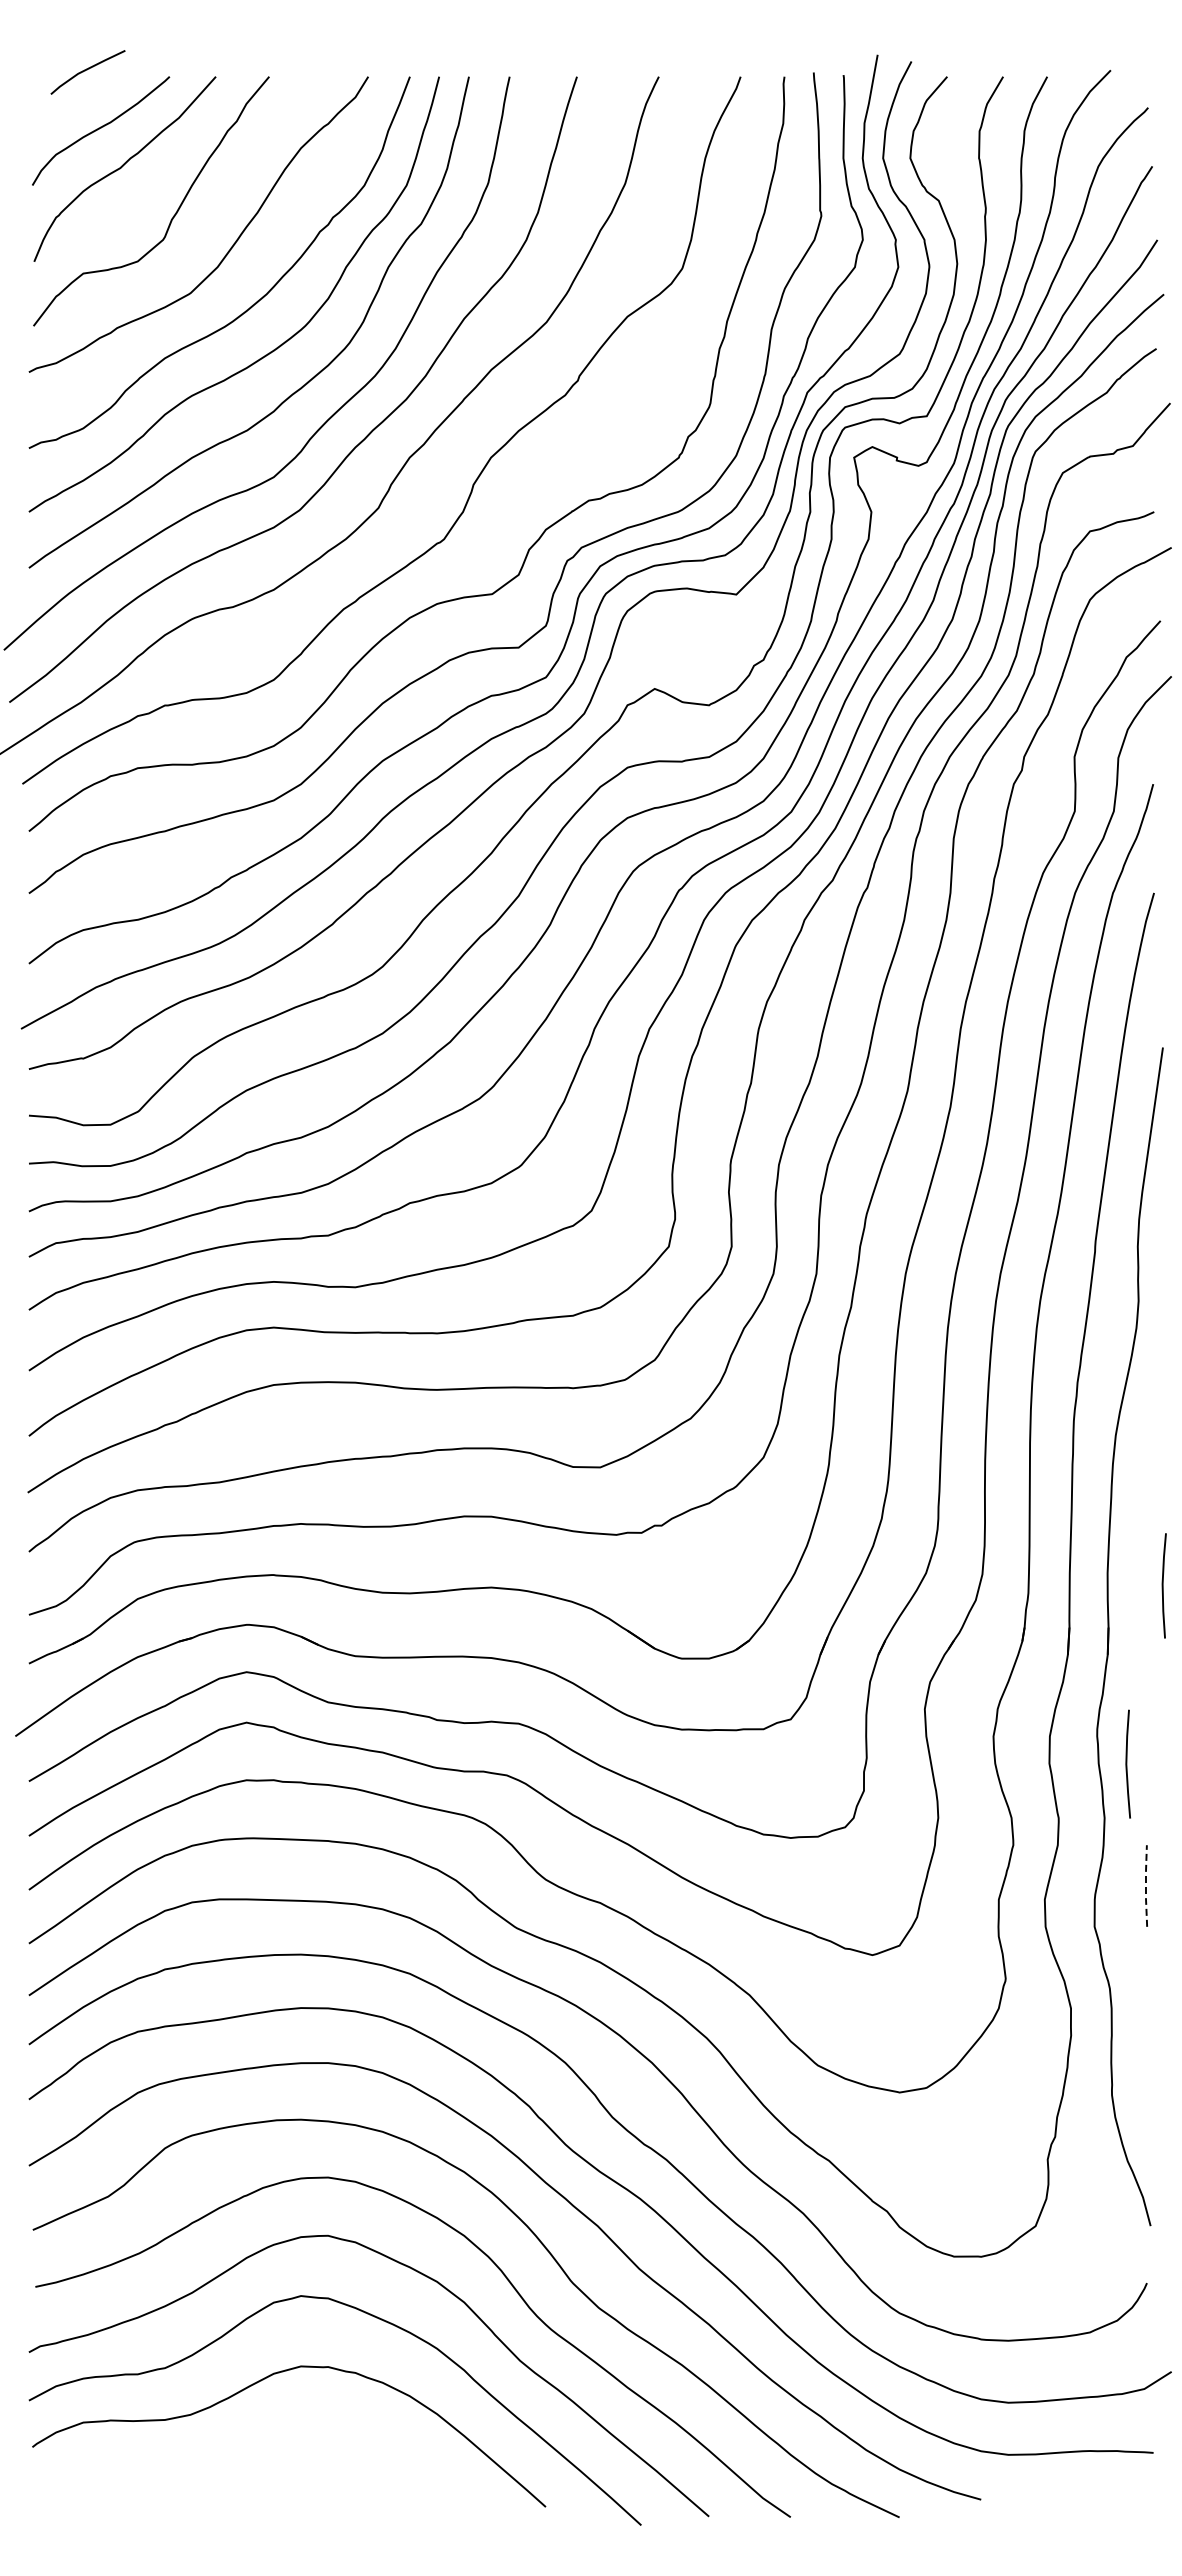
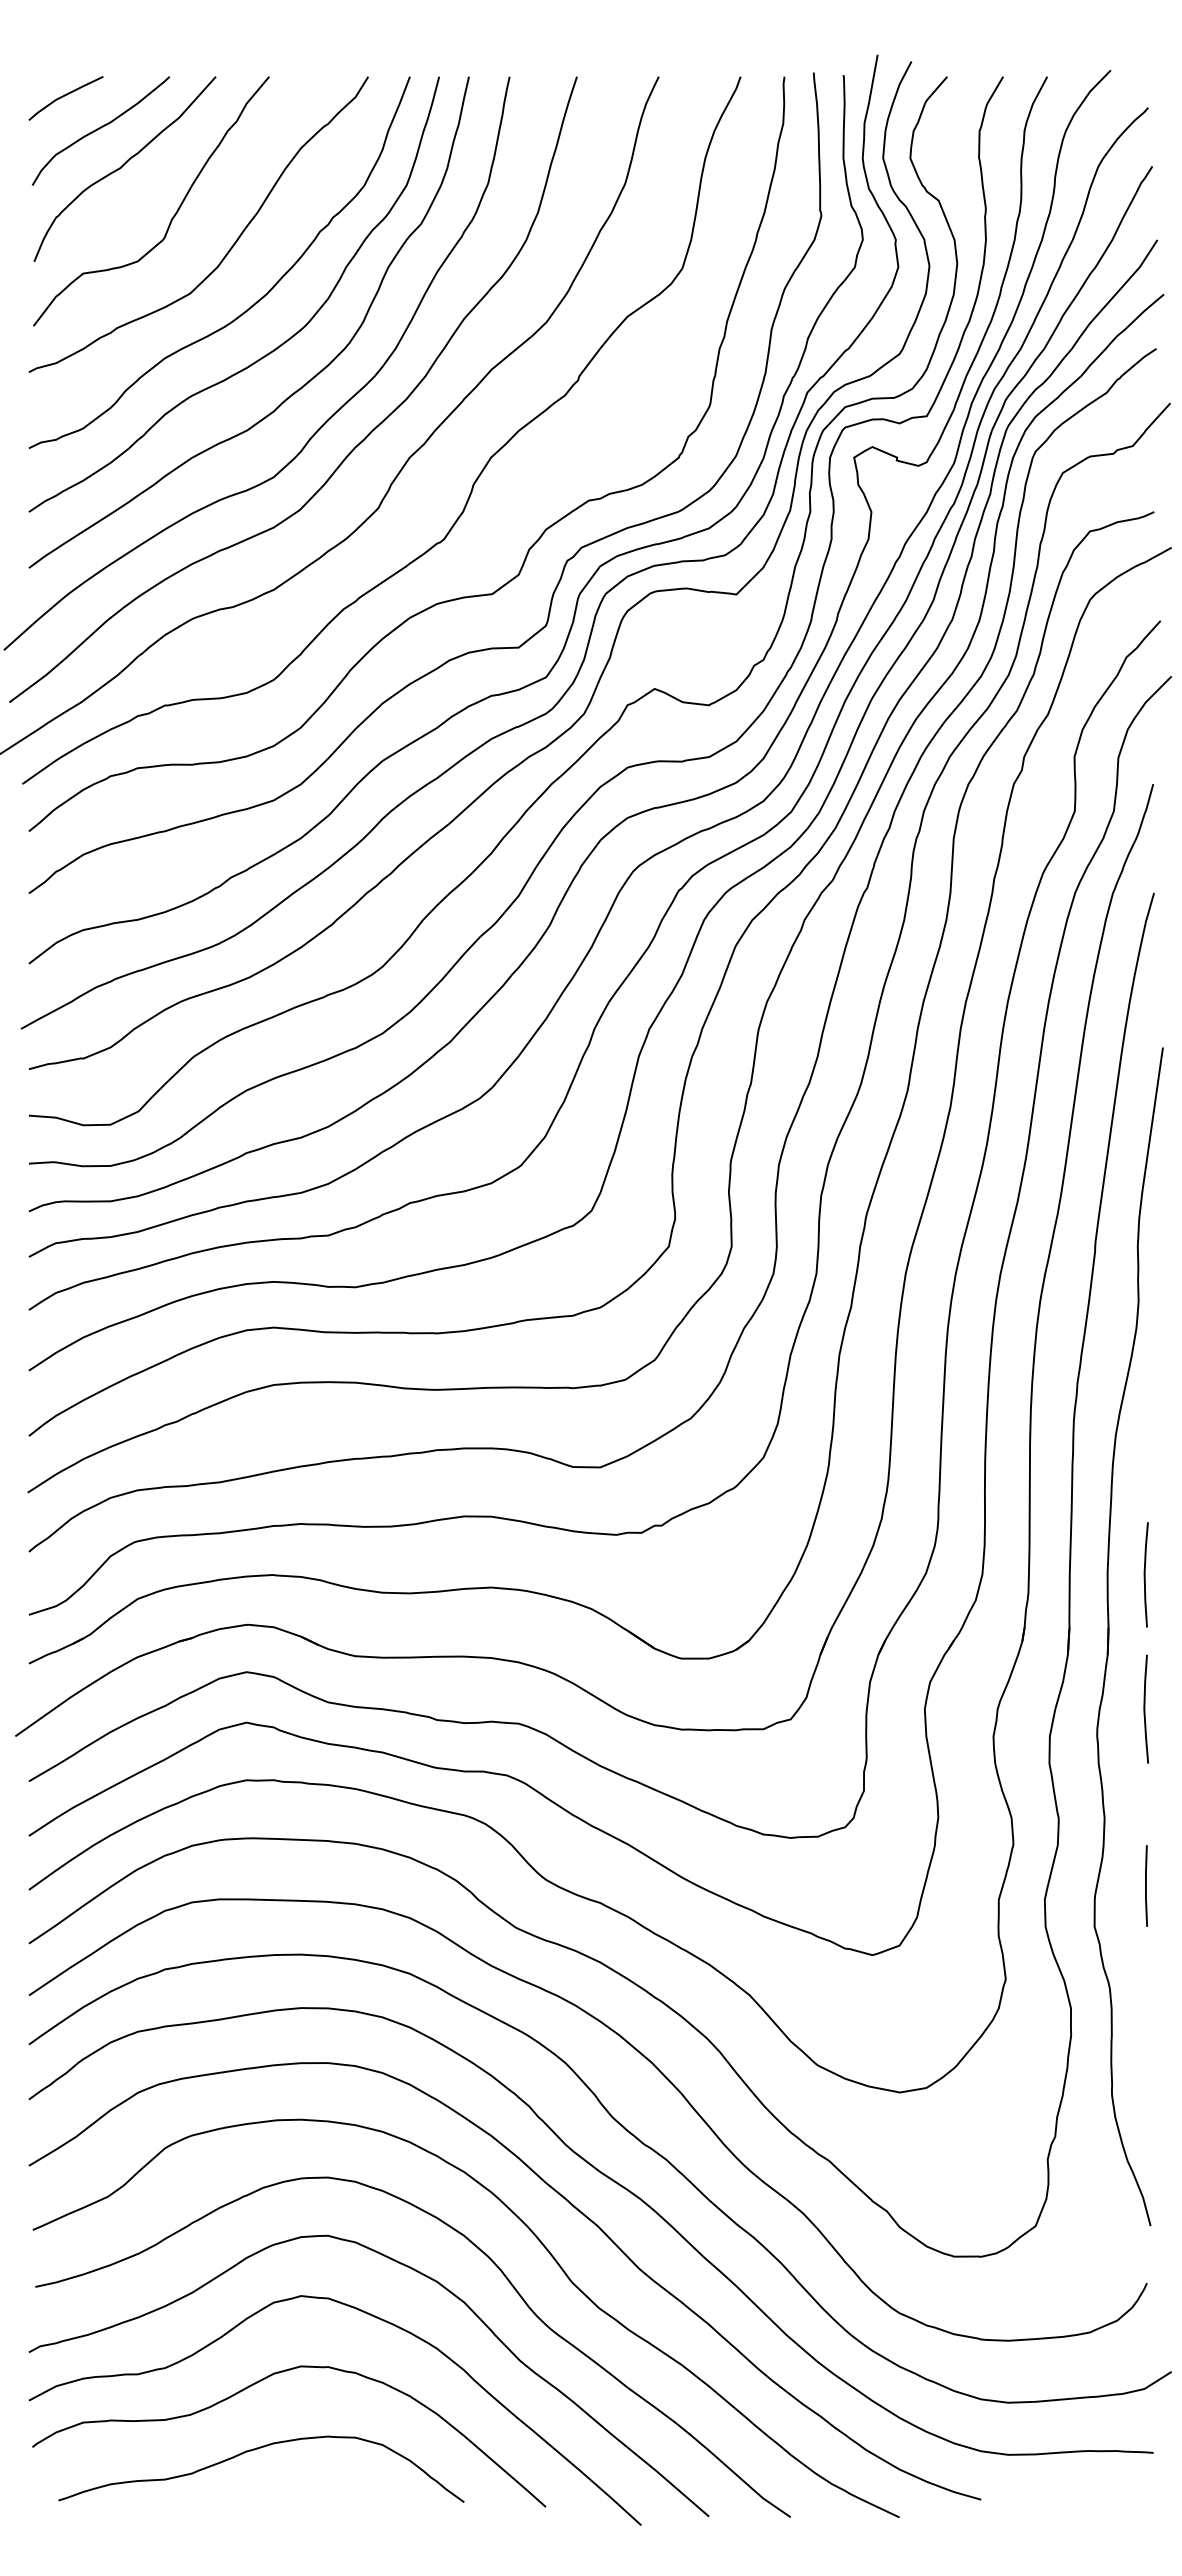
line at (87, 70) position: (87, 70) -> (65, 96)
line at (1163, 1585) position: (1163, 1585) -> (1145, 1574)
line at (1127, 1763) position: (1127, 1763) -> (1145, 1708)
line at (1145, 1885): dashed -> solid
curve at (258, 2449): none -> present
